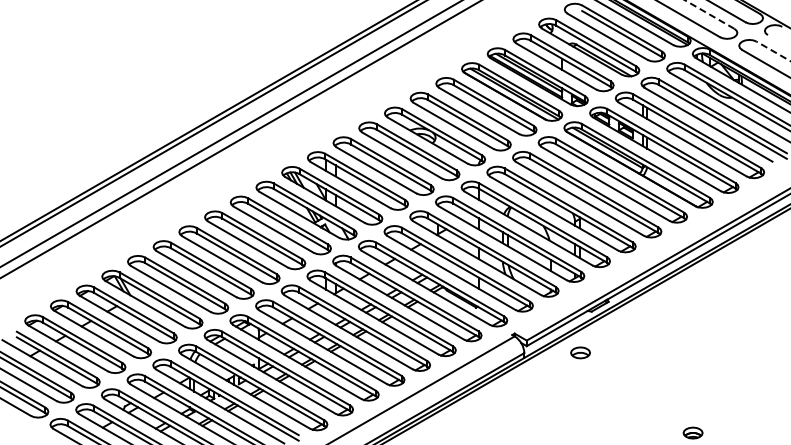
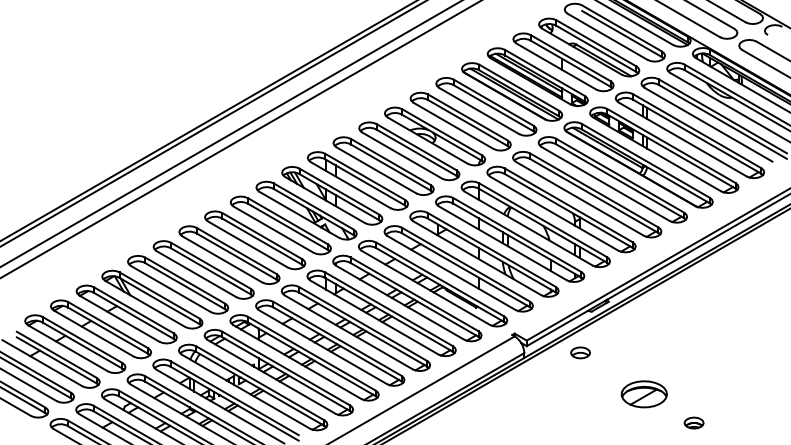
line at (709, 14): dashed -> solid
line at (772, 51): dashed -> solid
part at (643, 394): none -> present
part at (692, 432) position: (692, 432) -> (693, 422)
